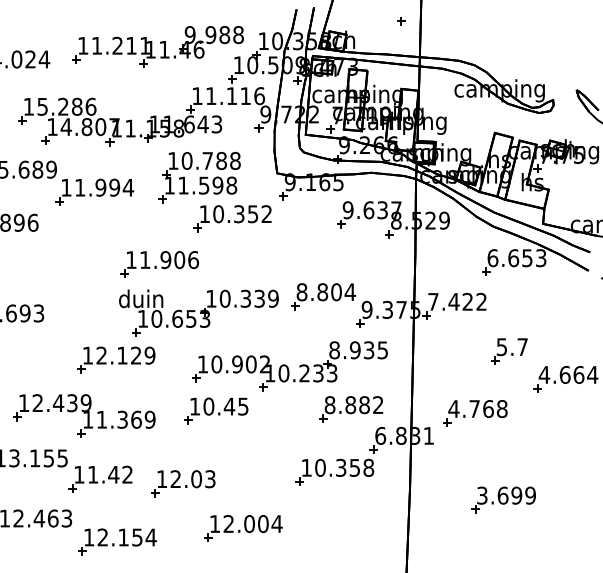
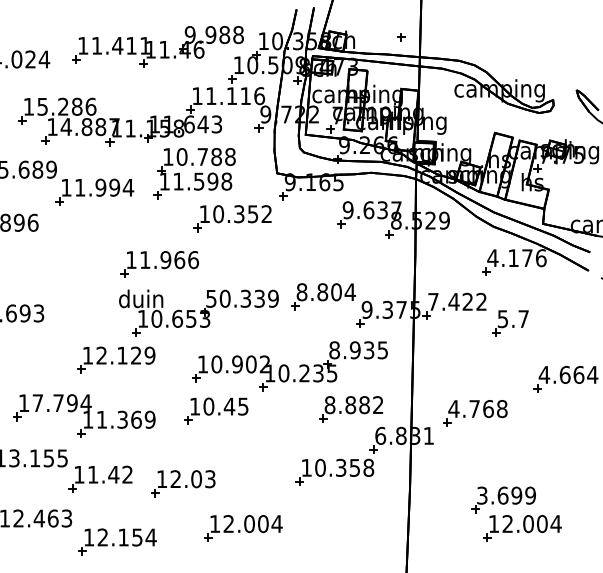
part at (401, 21) position: (401, 21) -> (401, 37)
text at (117, 45): 11.211 -> 11.411
text at (100, 126): 14.807 -> 14.887
part at (199, 177) position: (199, 177) -> (194, 173)
text at (516, 258): 6.653 -> 4.176
text at (179, 259): 11.906 -> 11.966
text at (211, 298): 10.339 -> 50.339
part at (509, 351) position: (509, 351) -> (510, 323)
text at (332, 372): 10.233 -> 10.235
text at (61, 403): 12.439 -> 17.794
part at (522, 528): none -> present
